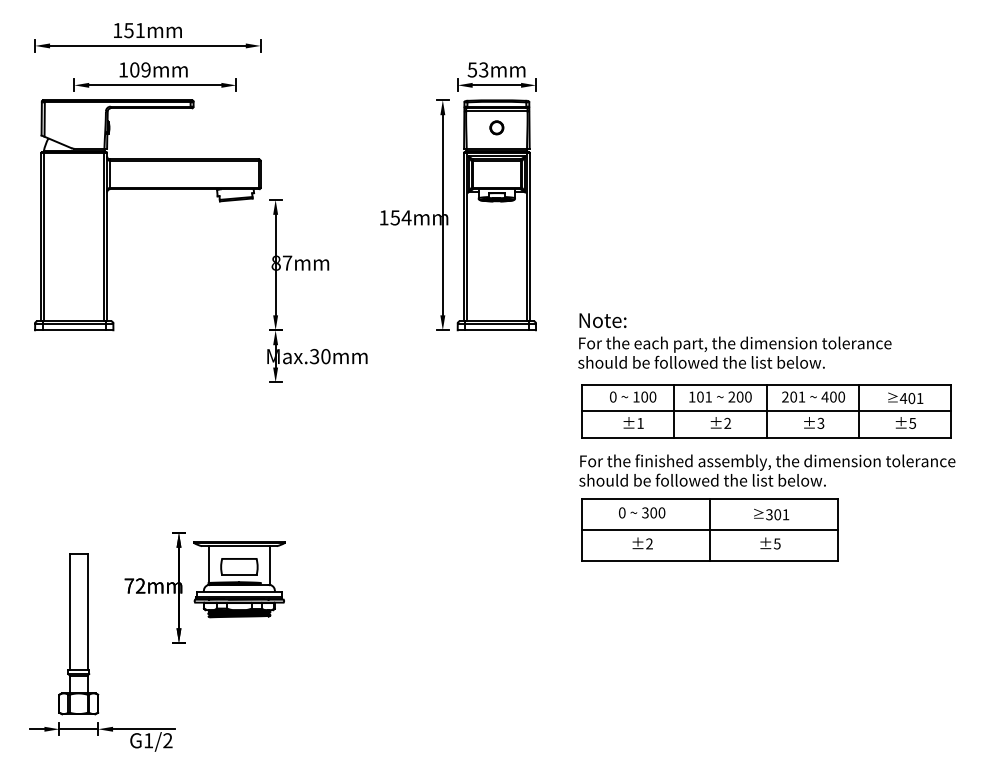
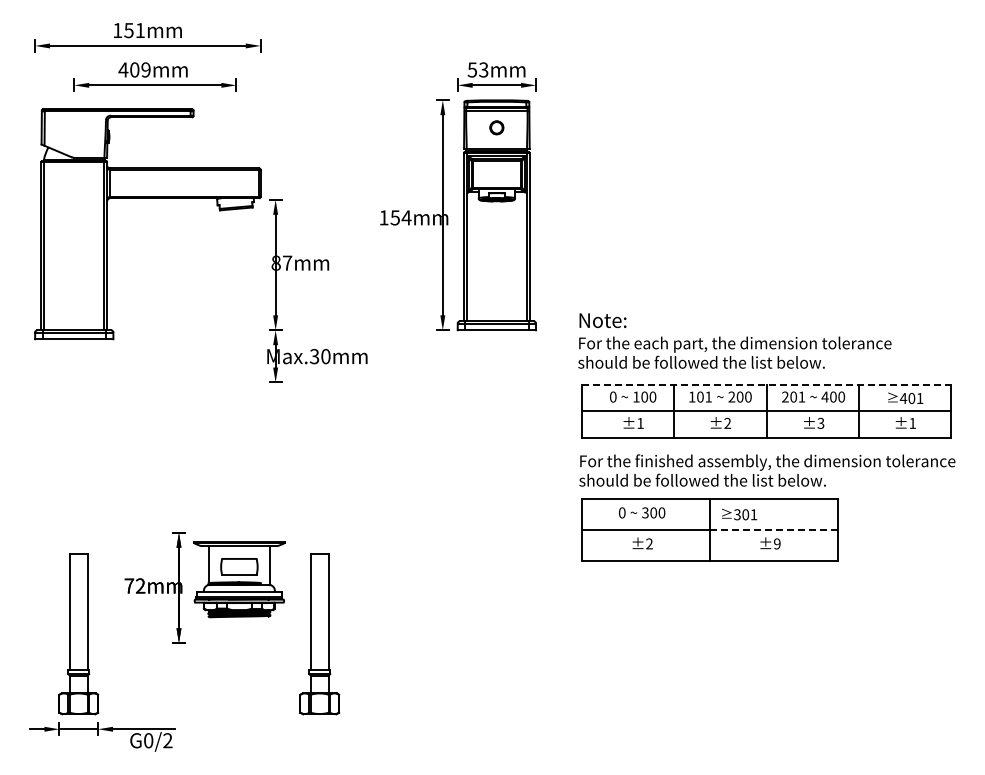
text at (123, 69): 109mm -> 409mm
part at (147, 189) position: (147, 189) -> (147, 198)
line at (766, 385): solid -> dashed
text at (912, 423): ±5 -> ±1
text at (771, 514) position: (771, 514) -> (739, 514)
line at (773, 529): solid -> dashed
text at (776, 543): ±5 -> ±9
part at (319, 634): none -> present
text at (148, 740): G1/2 -> G0/2
